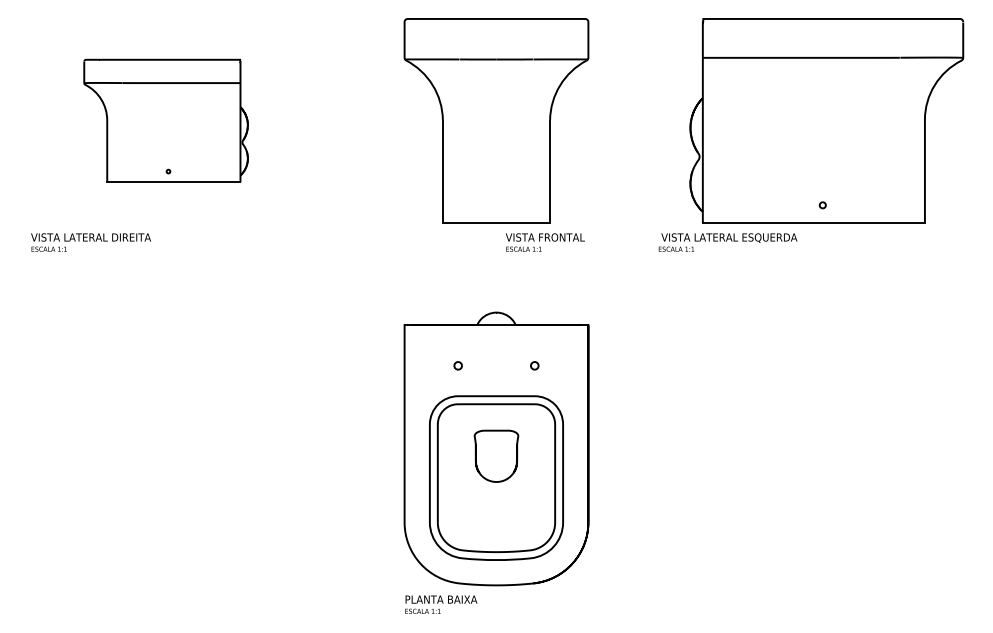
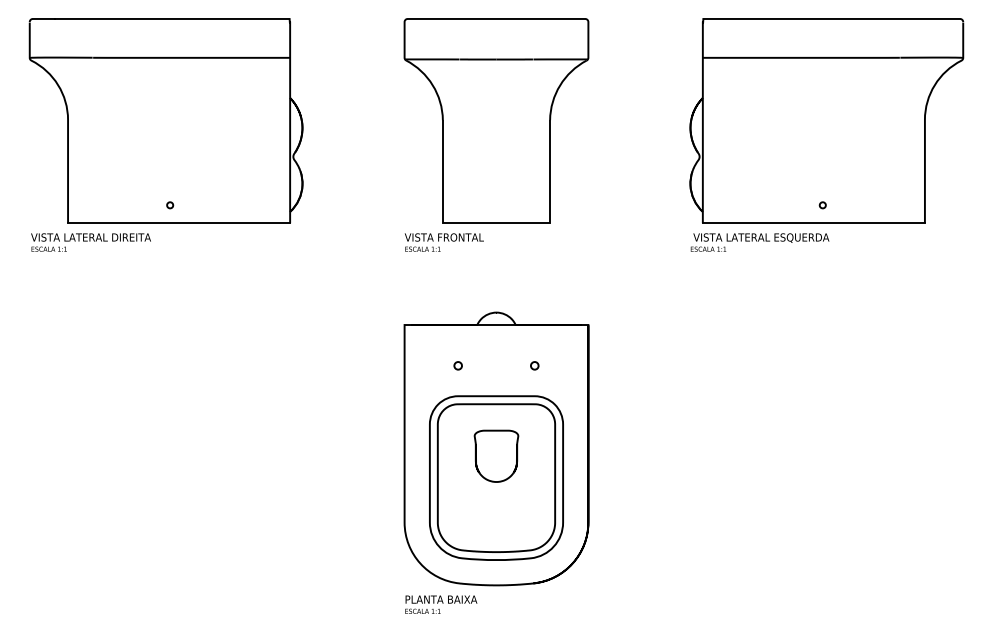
part at (165, 120) size: 166x125 px -> 276x206 px
text at (544, 242) position: (544, 242) -> (443, 242)
text at (727, 242) position: (727, 242) -> (759, 242)
